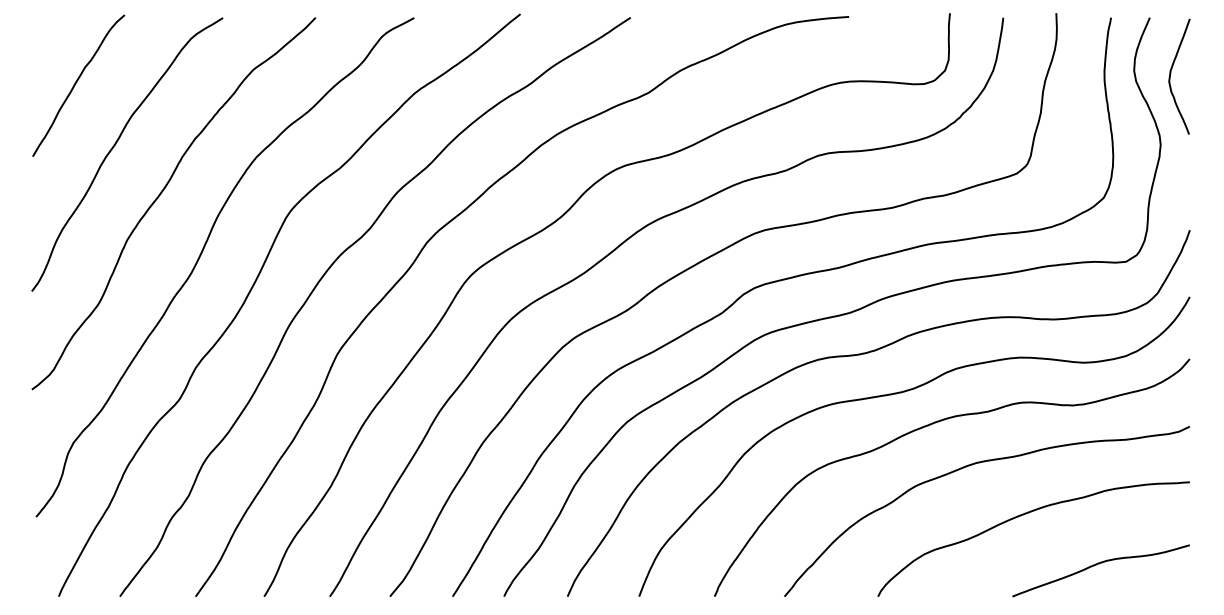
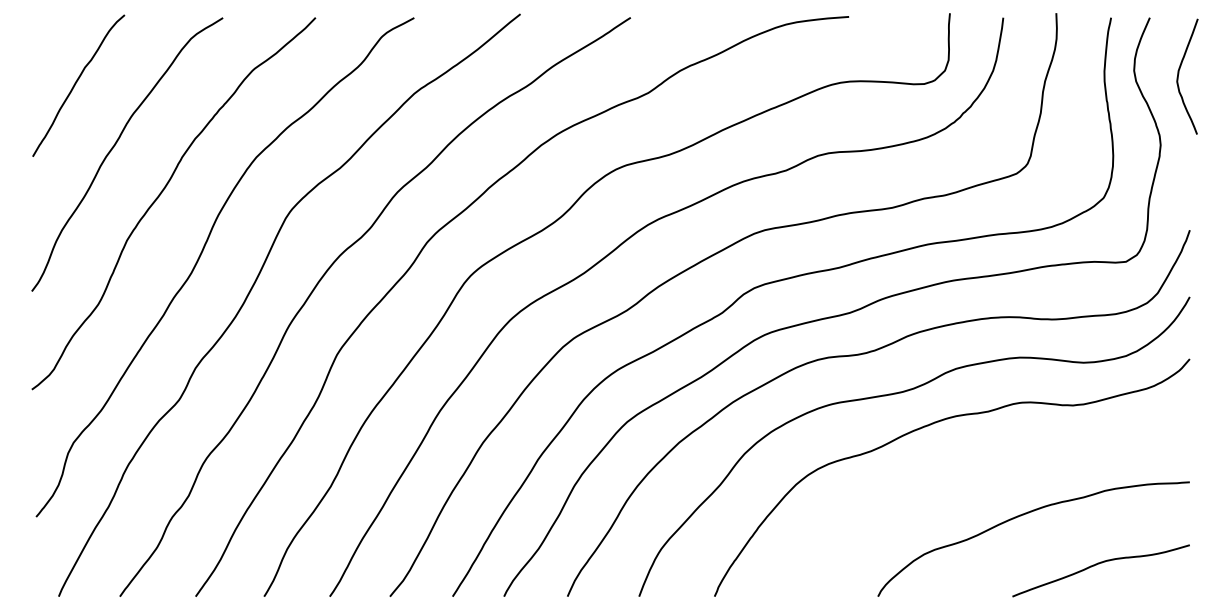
curve at (1171, 74) position: (1171, 74) -> (1179, 74)
curve at (972, 465): present -> none
